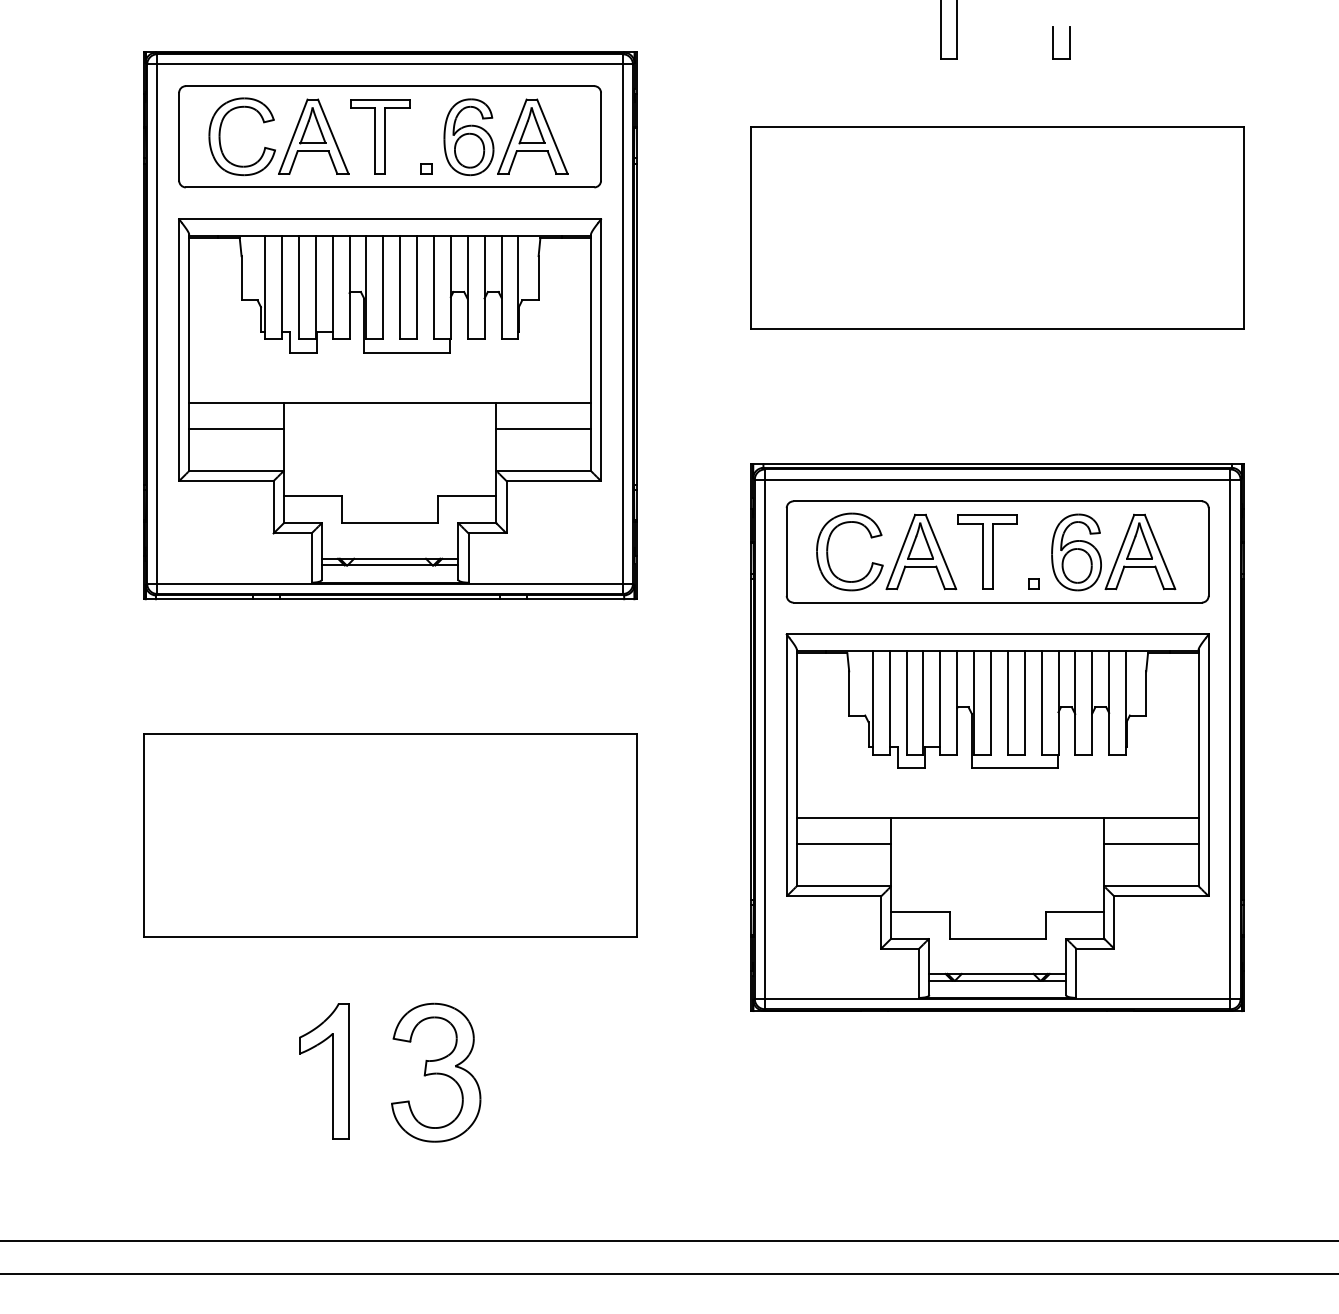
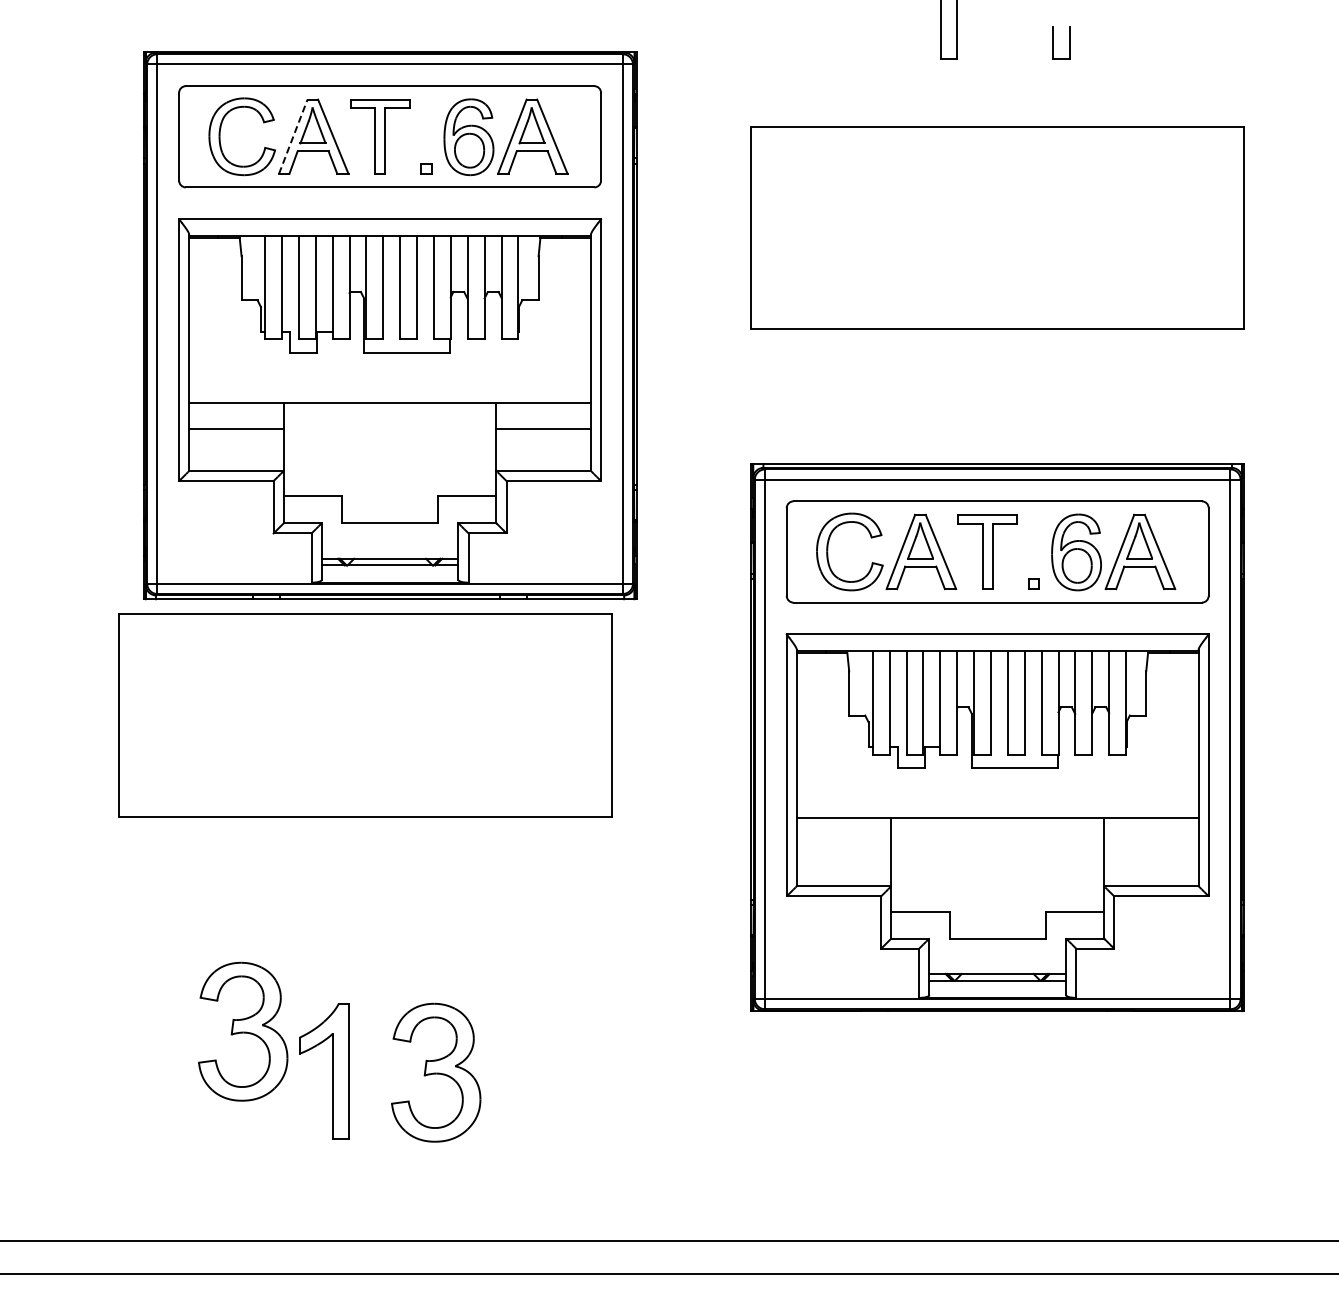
line at (293, 136): solid -> dashed
part at (390, 835) position: (390, 835) -> (365, 715)
line at (843, 843): present -> none
line at (1151, 843): present -> none
part at (243, 1031): none -> present
